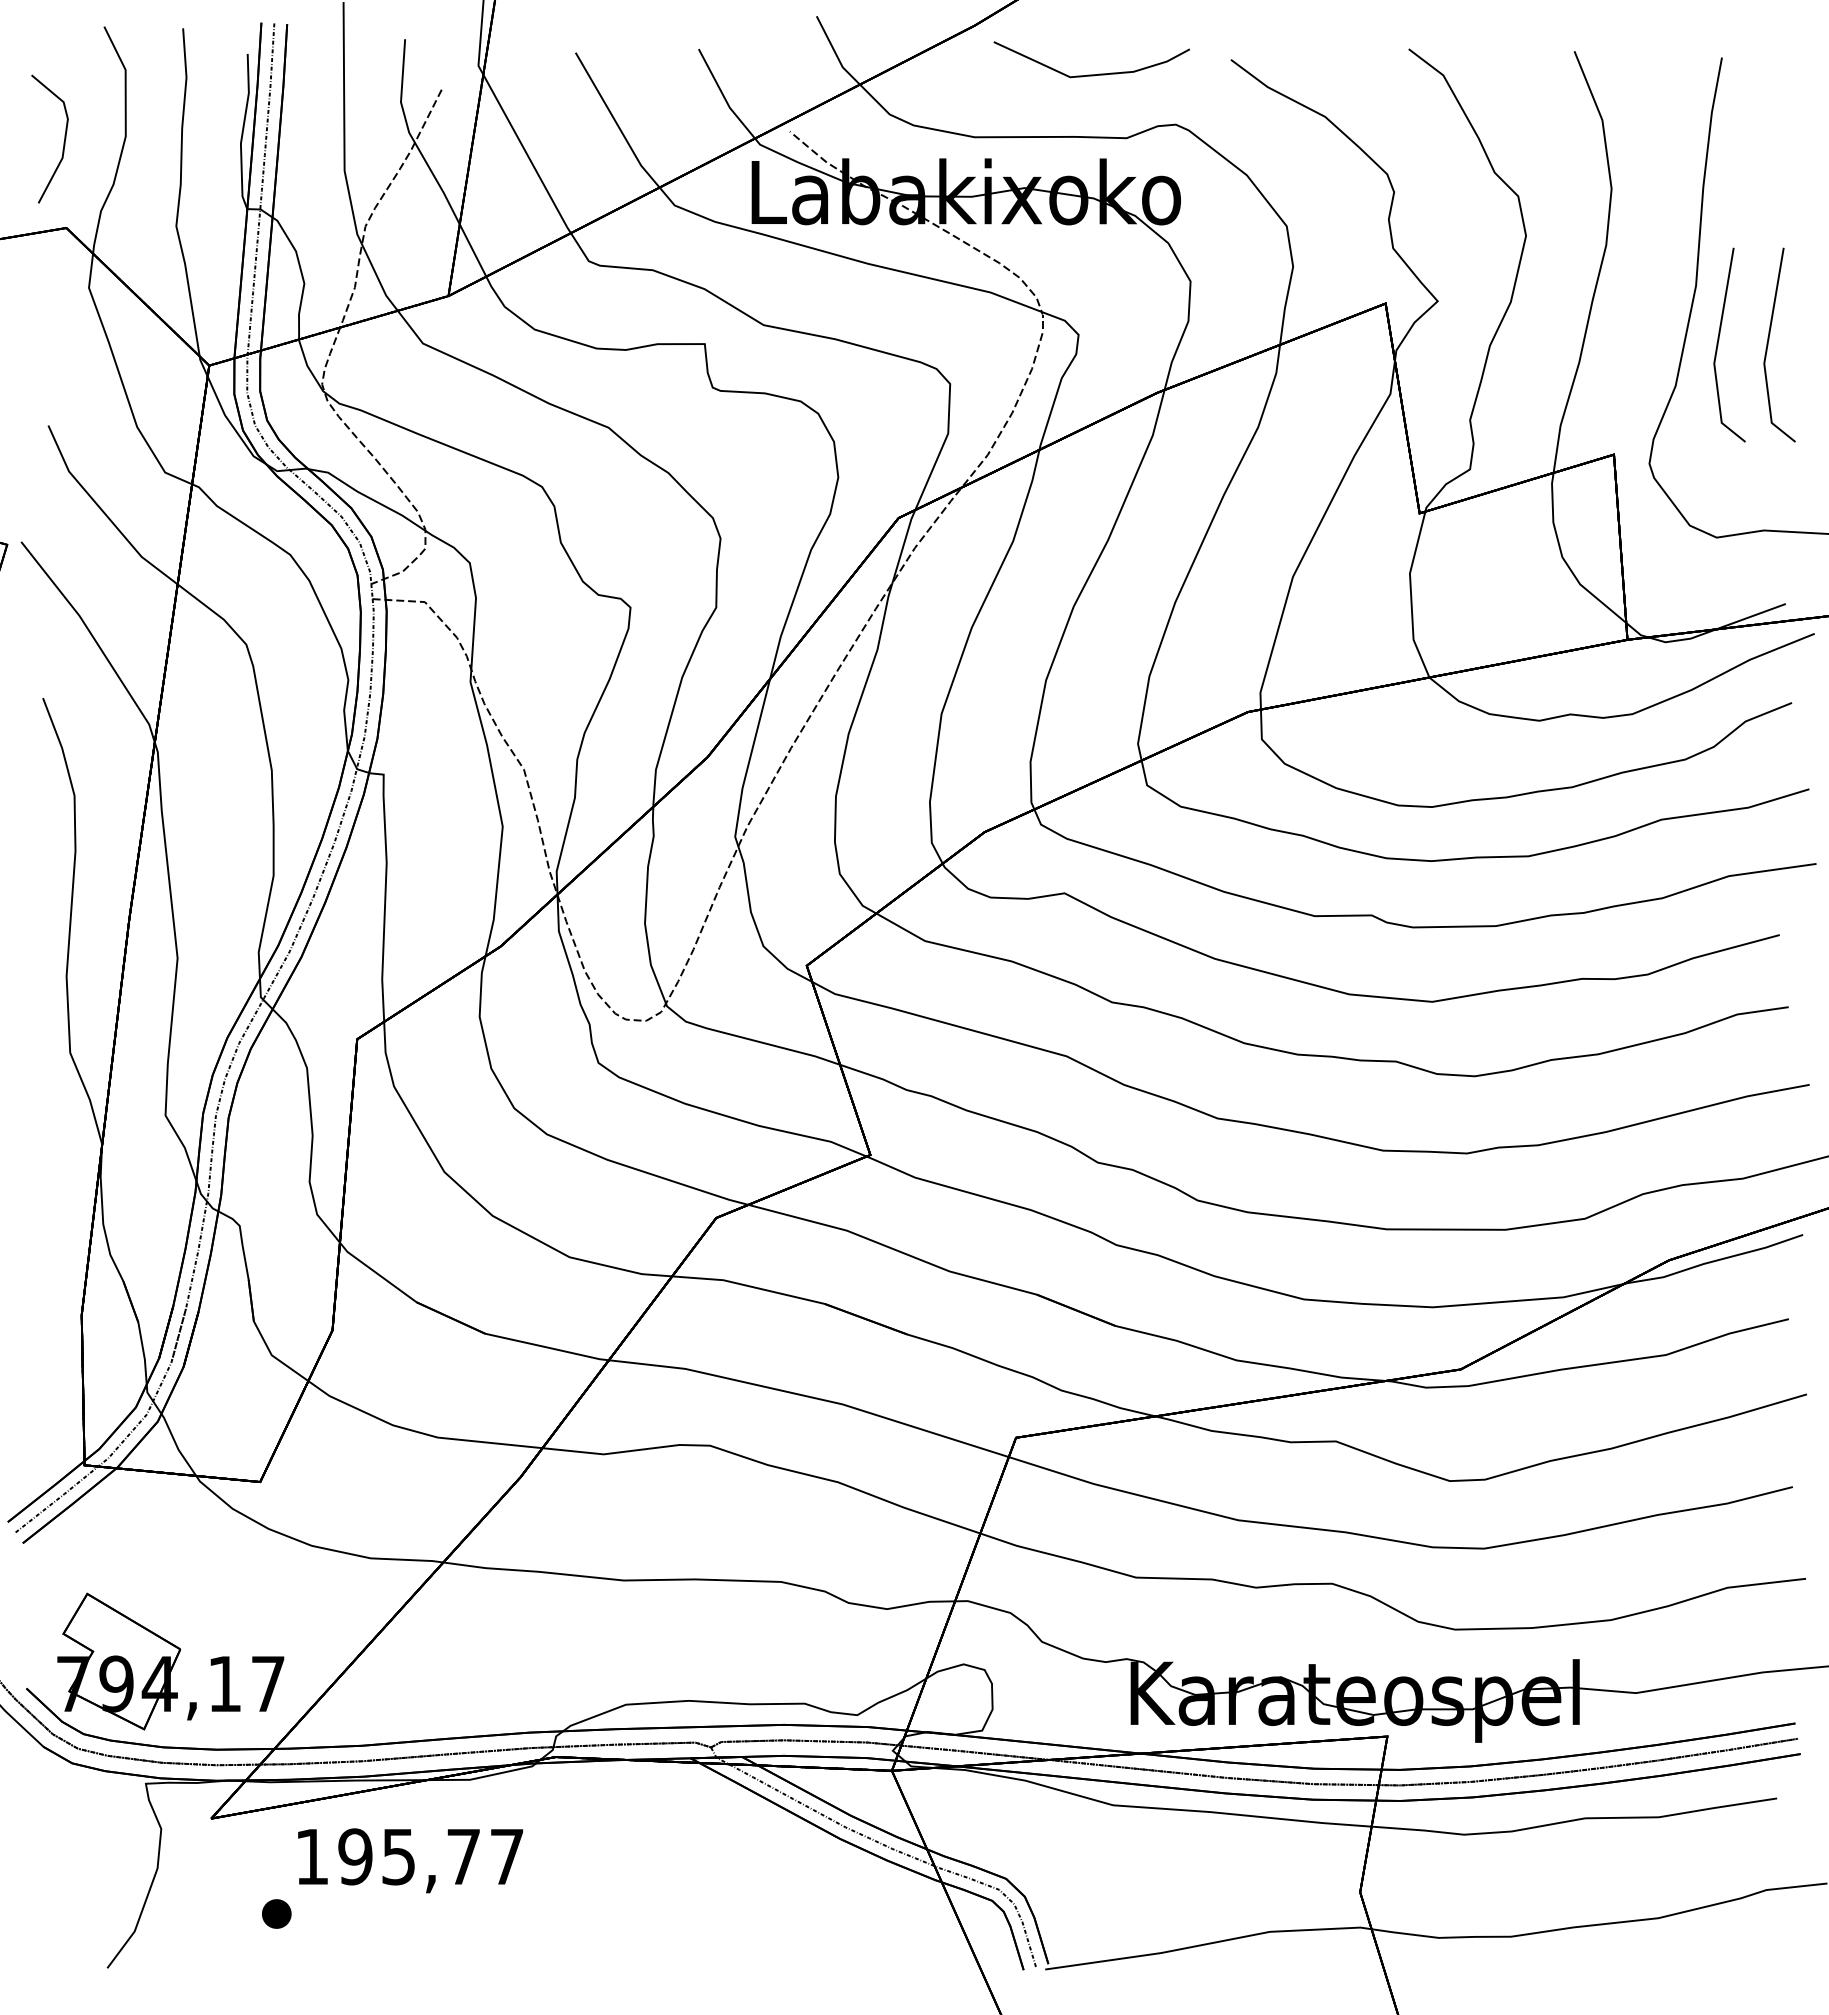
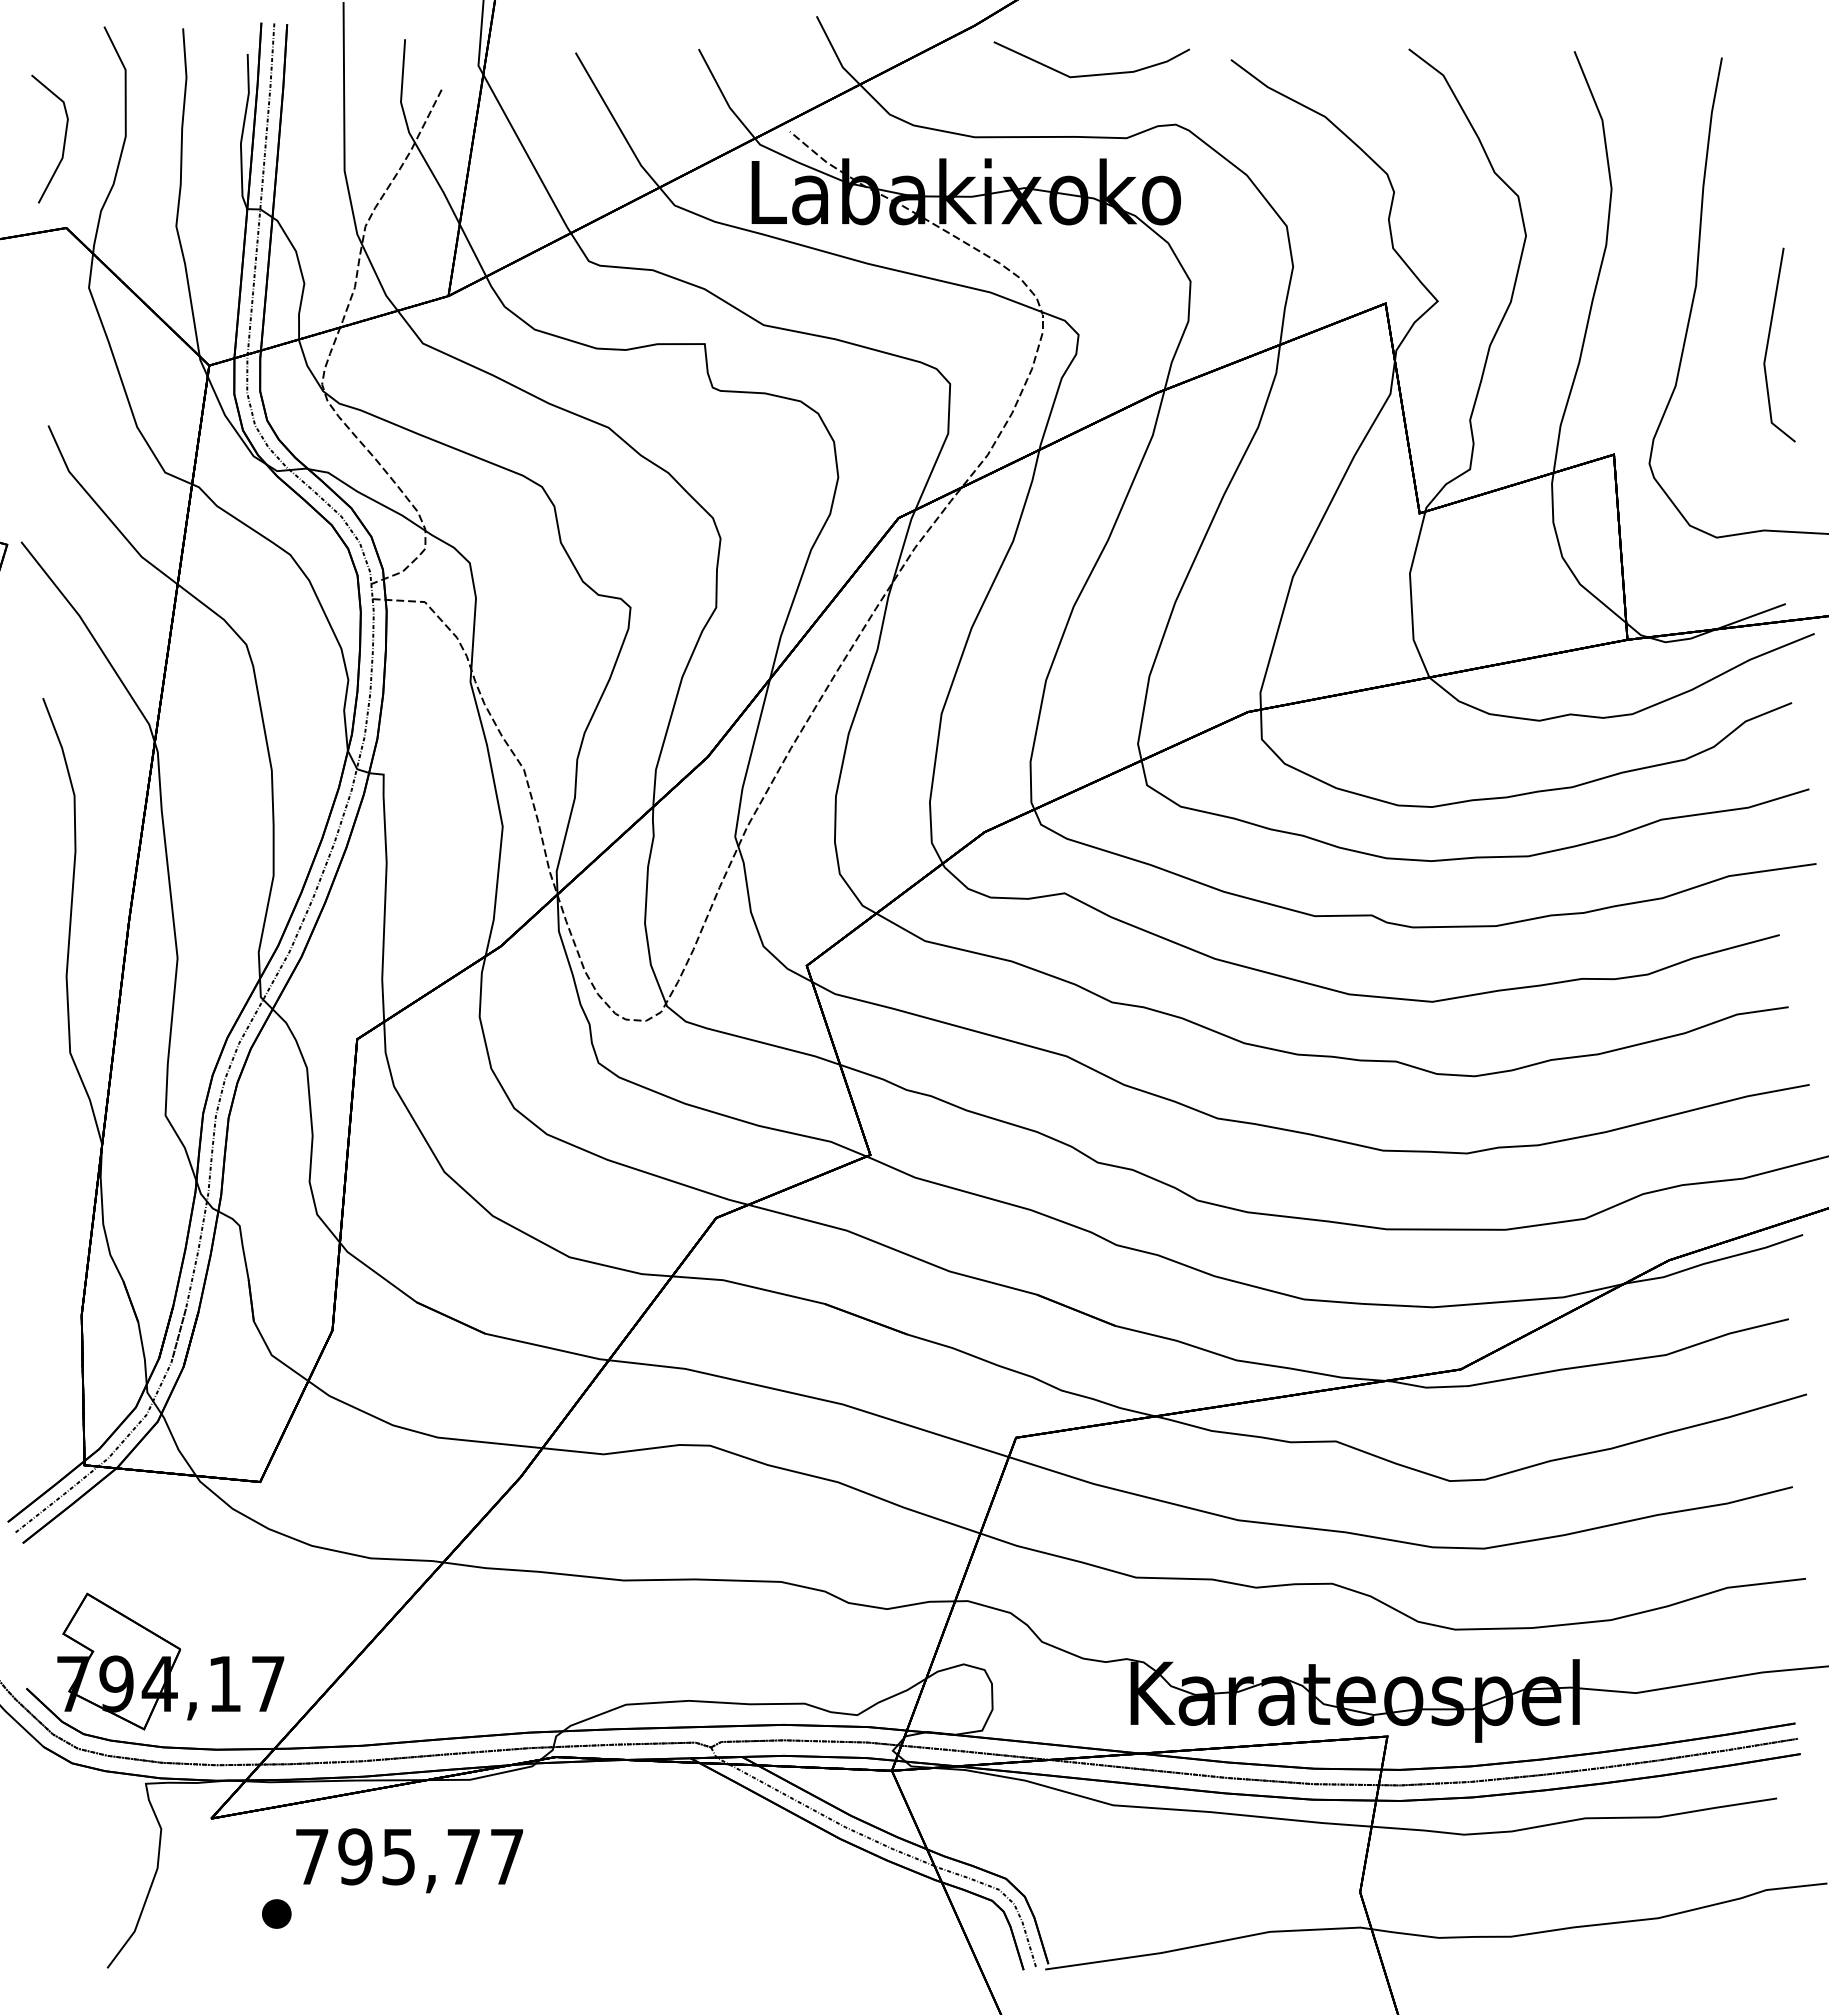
line at (1719, 340): present -> none
text at (312, 1856): 195,77 -> 795,77
